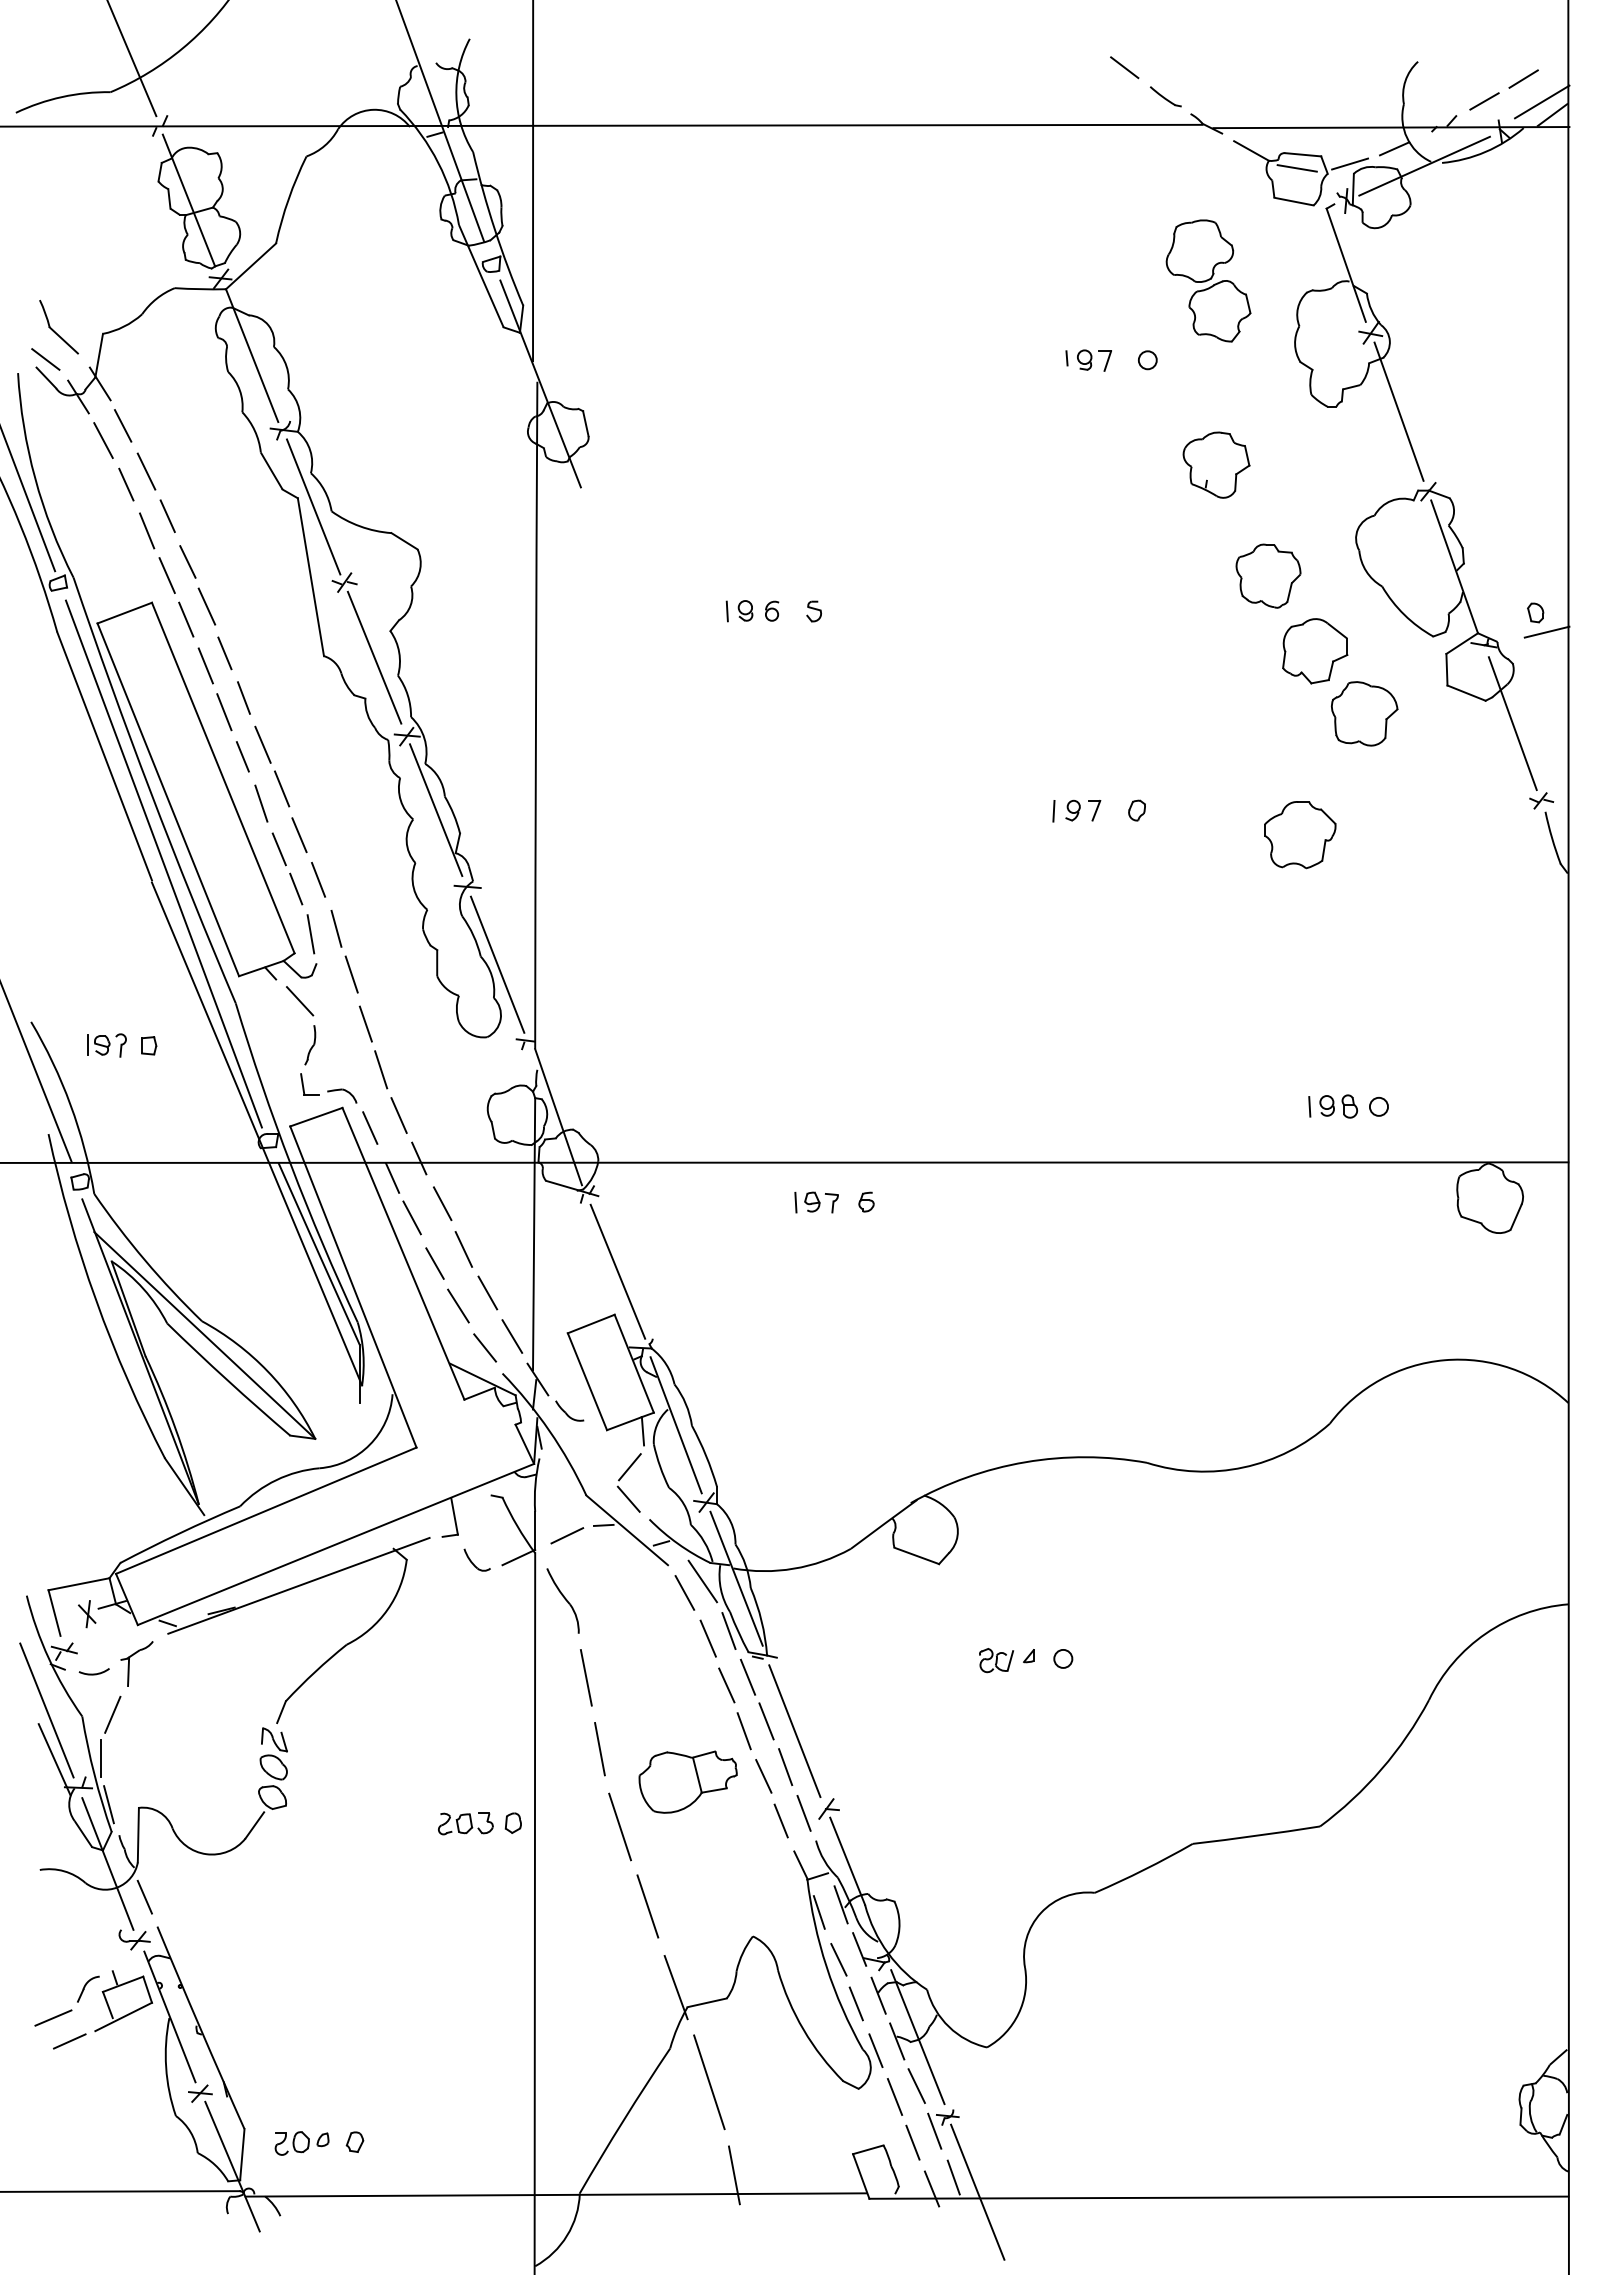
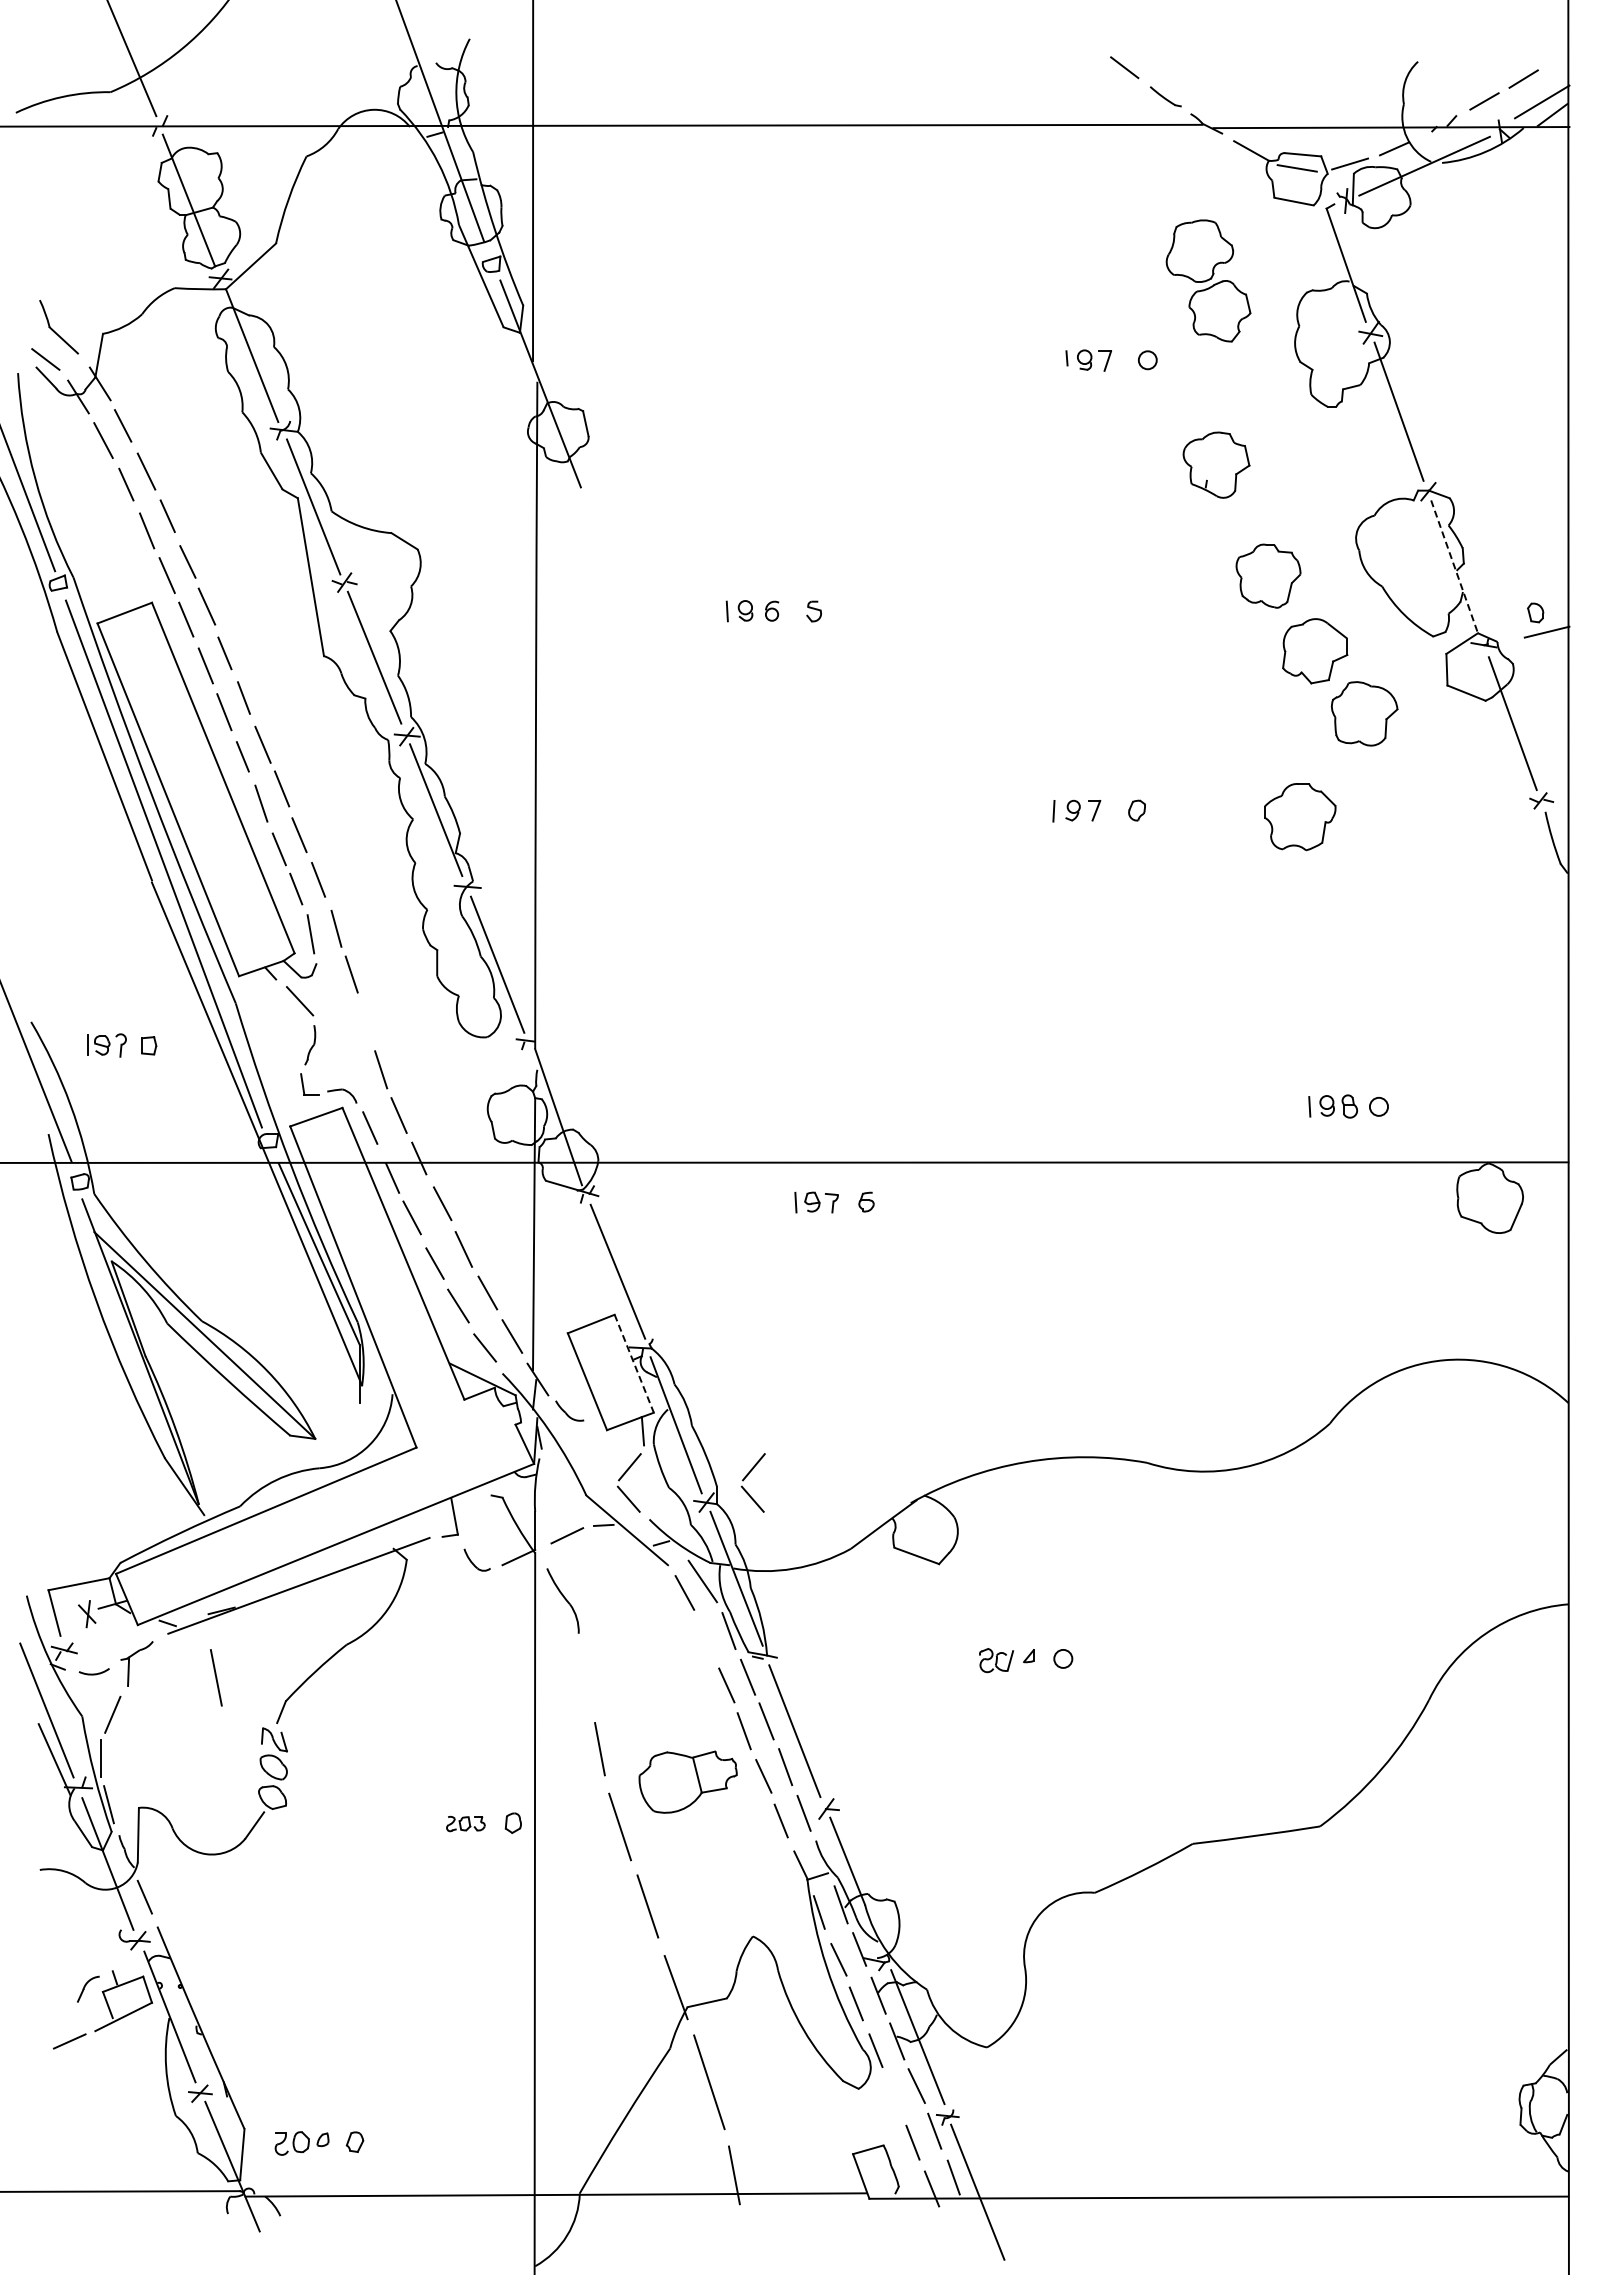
line at (1454, 567): solid -> dashed
part at (1300, 835) position: (1300, 835) -> (1300, 817)
line at (365, 1023): present -> none
line at (634, 1363): solid -> dashed
part at (747, 1476): none -> present
line at (707, 1638): present -> none
line at (586, 1677) position: (586, 1677) -> (216, 1677)
part at (465, 1823) size: 56x24 px -> 40x18 px
line at (53, 2017): present -> none
line at (894, 2096): present -> none
